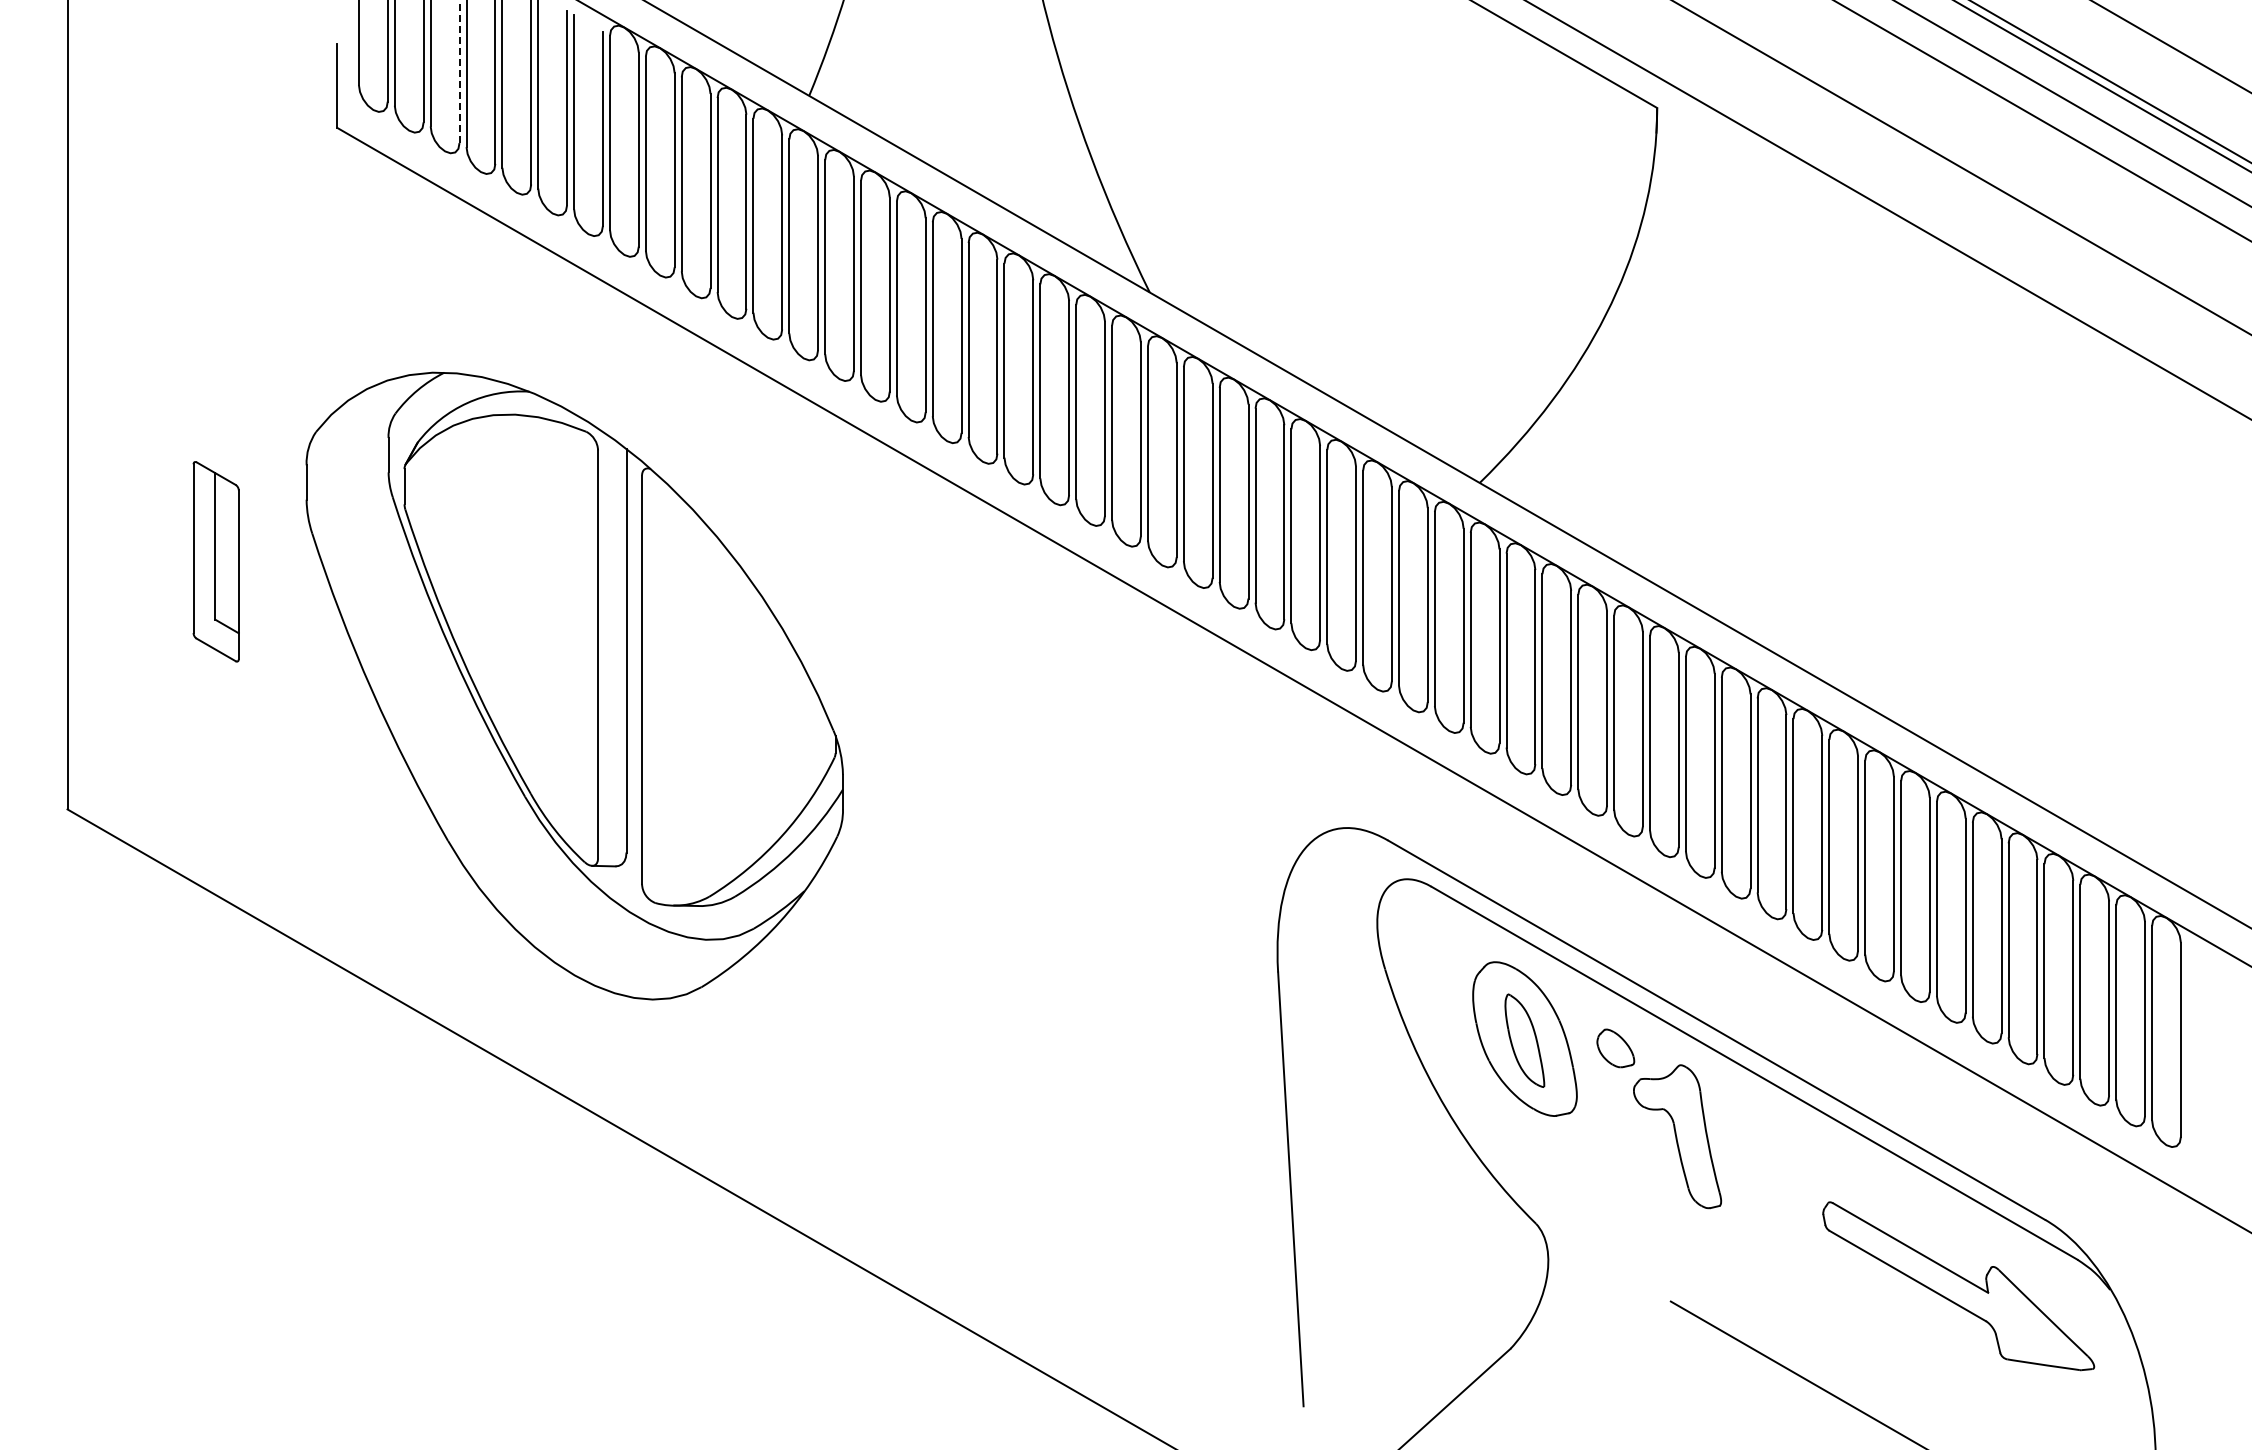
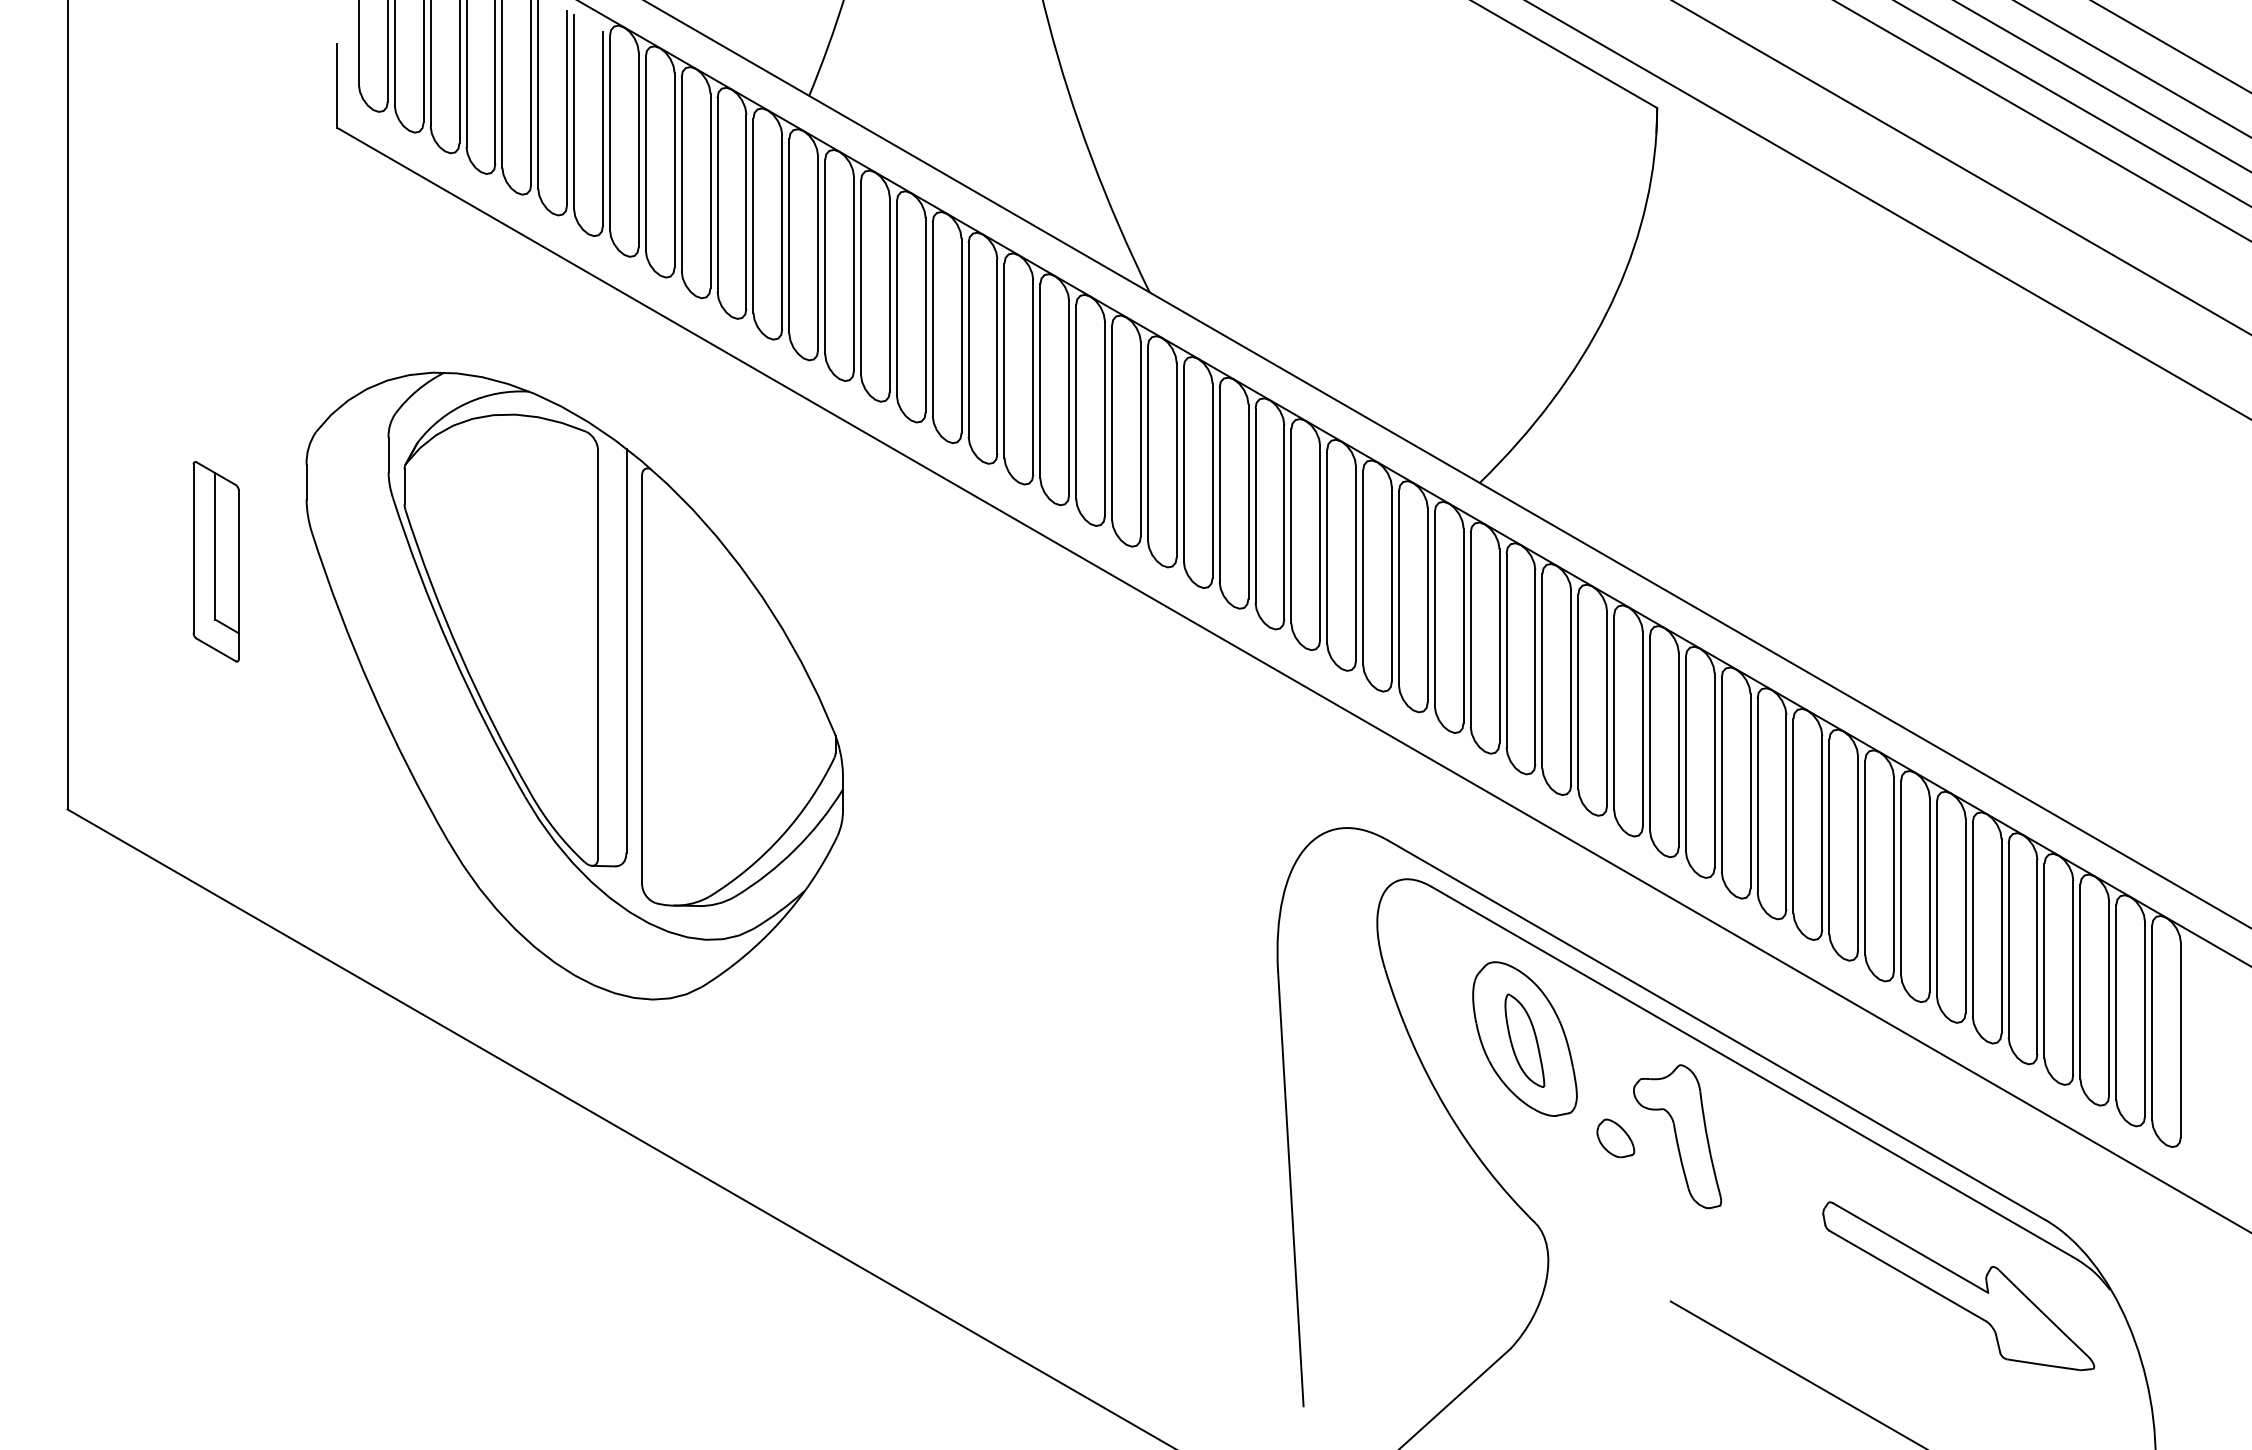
line at (459, 71): dashed -> solid
line at (2110, 81) position: (2110, 81) -> (2132, 68)
part at (1615, 1048) position: (1615, 1048) -> (1615, 1138)
